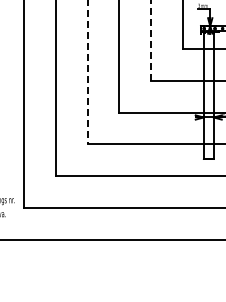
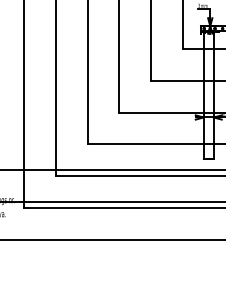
line at (151, 41): dashed -> solid
line at (87, 72): dashed -> solid
line at (112, 169): none -> present
line at (112, 201): none -> present
